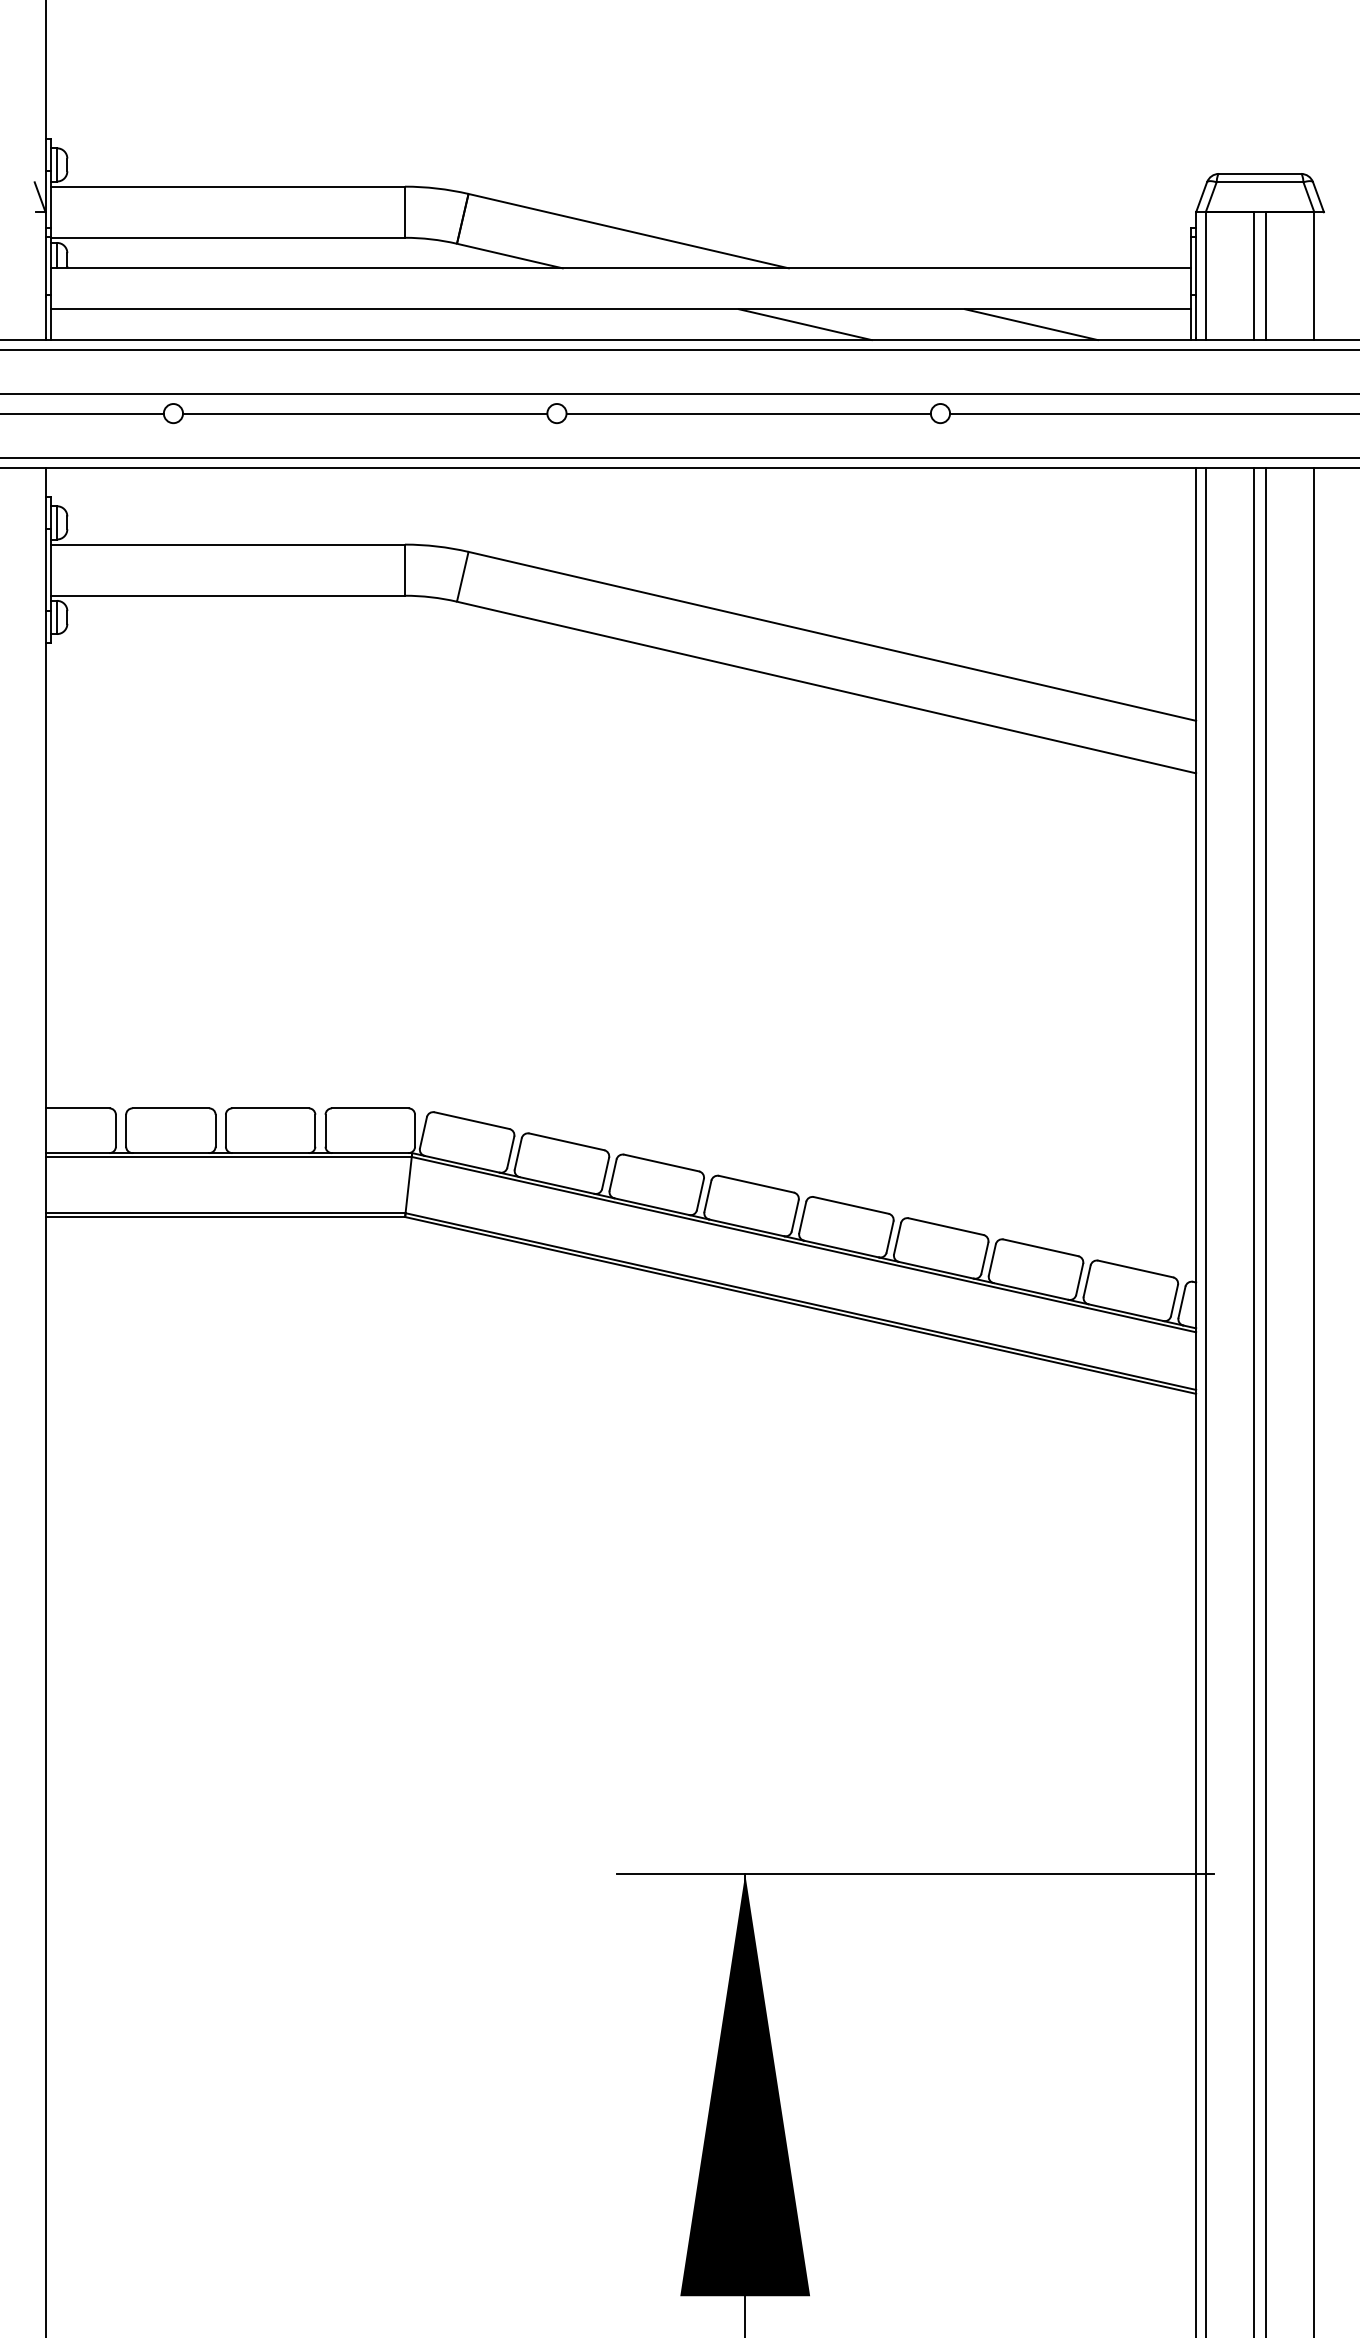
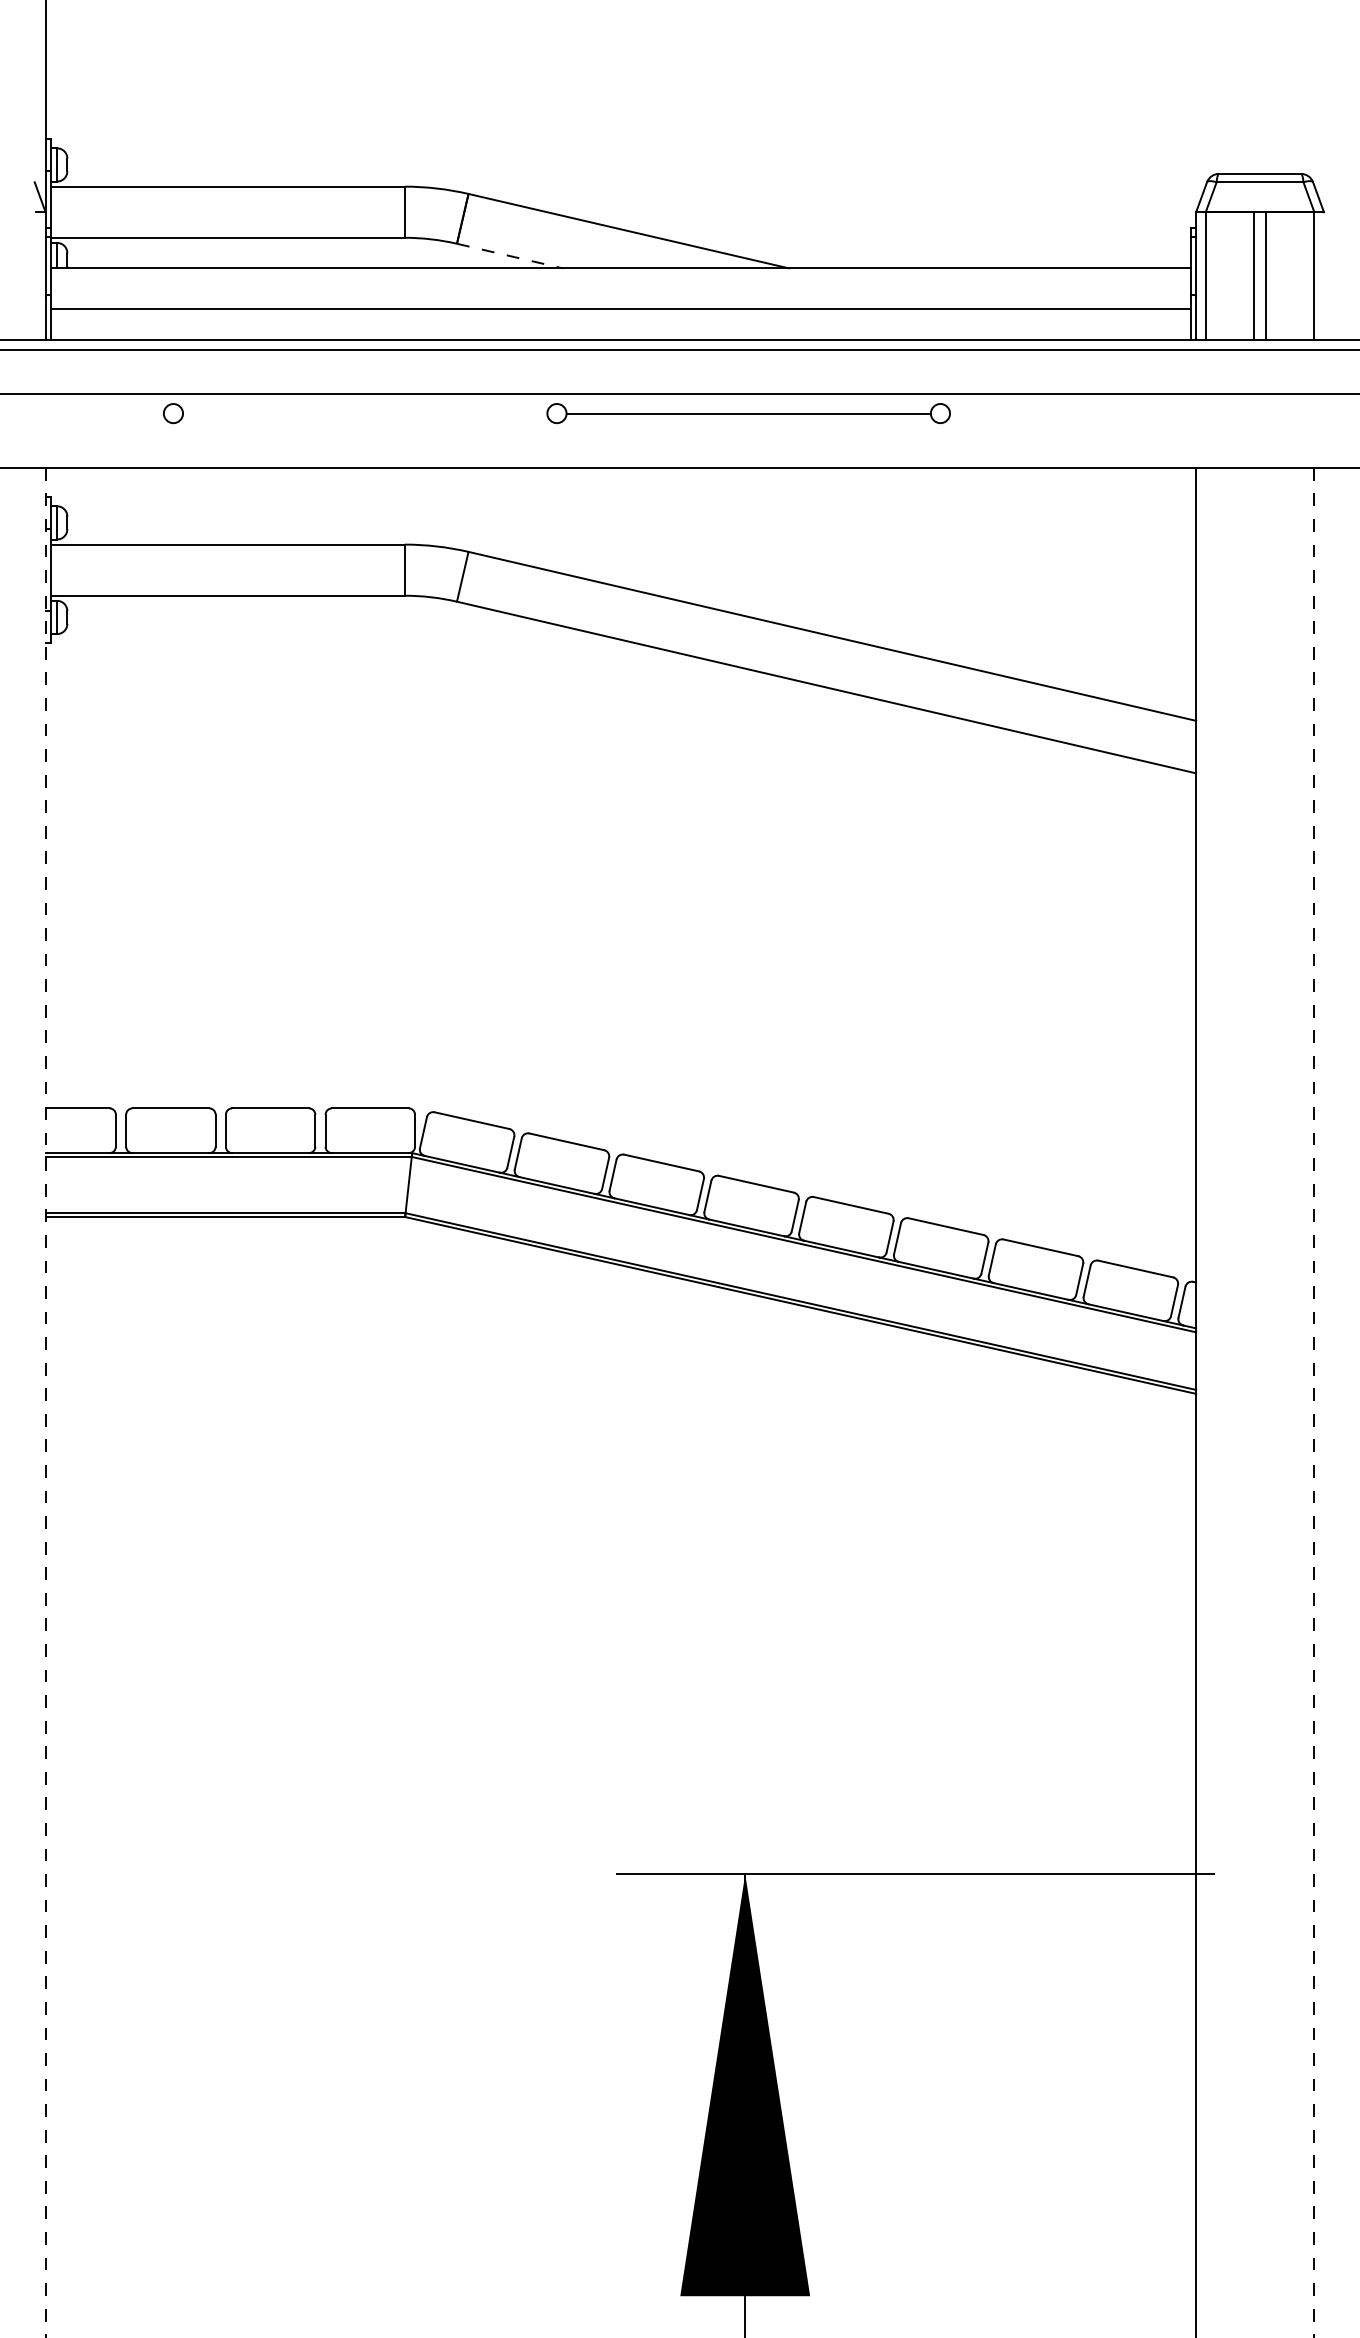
line at (510, 256): solid -> dashed
line at (804, 324): present -> none
line at (1030, 324): present -> none
line at (82, 414): present -> none
line at (365, 414): present -> none
line at (1153, 414): present -> none
line at (679, 457): present -> none
line at (1206, 1400): present -> none
line at (1253, 1400): present -> none
line at (1266, 1400): present -> none
line at (45, 1402): solid -> dashed
line at (1313, 1402): solid -> dashed
